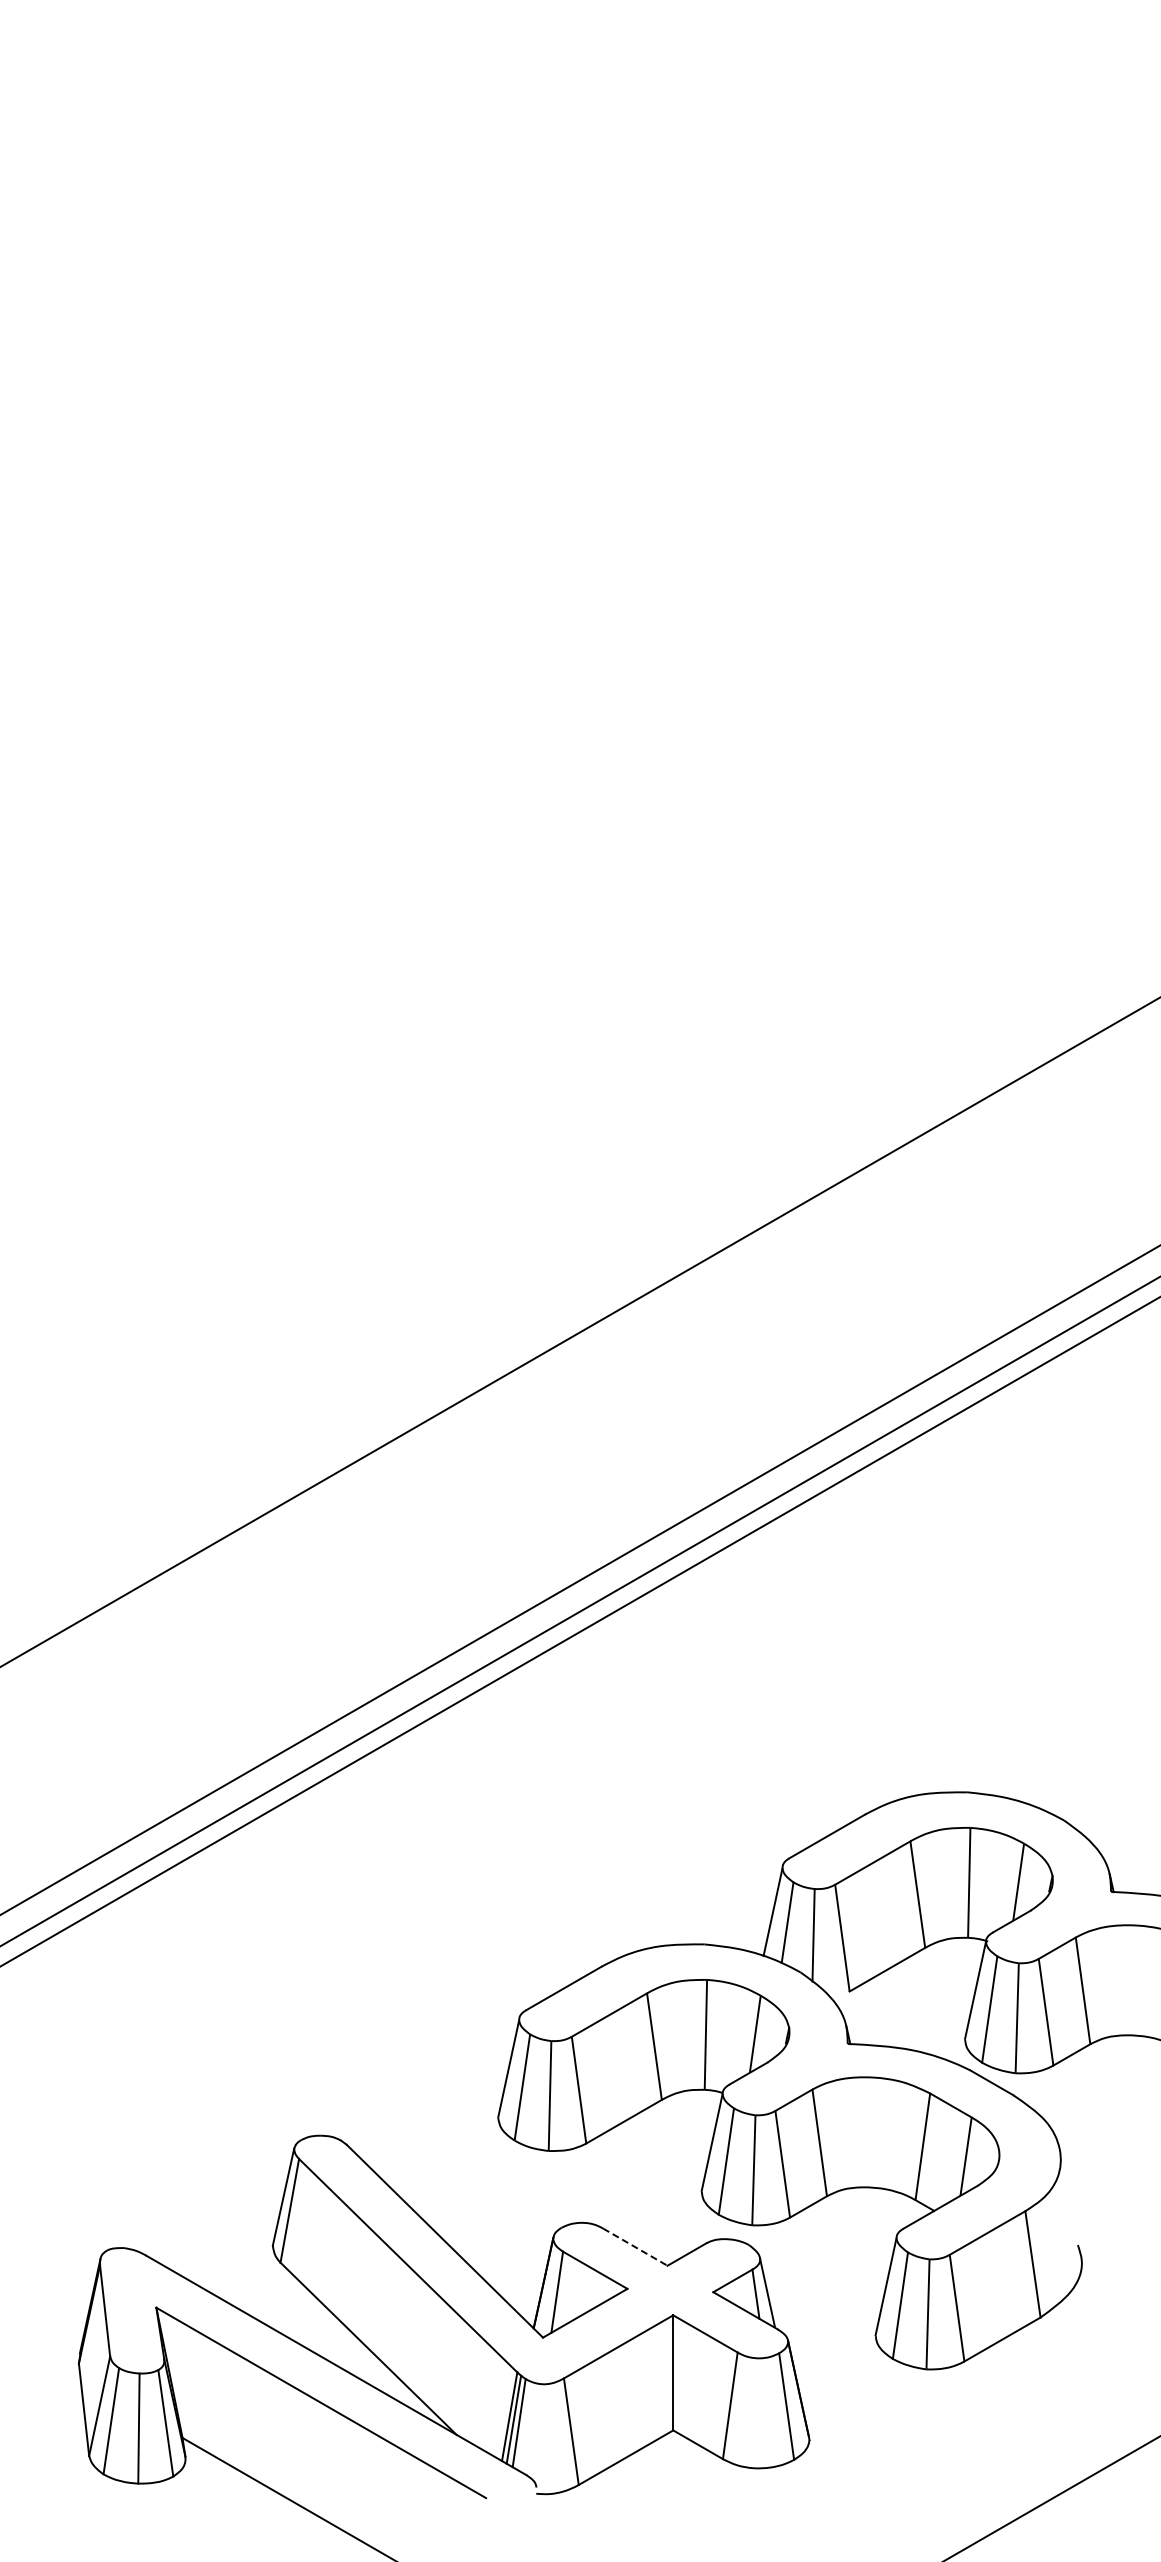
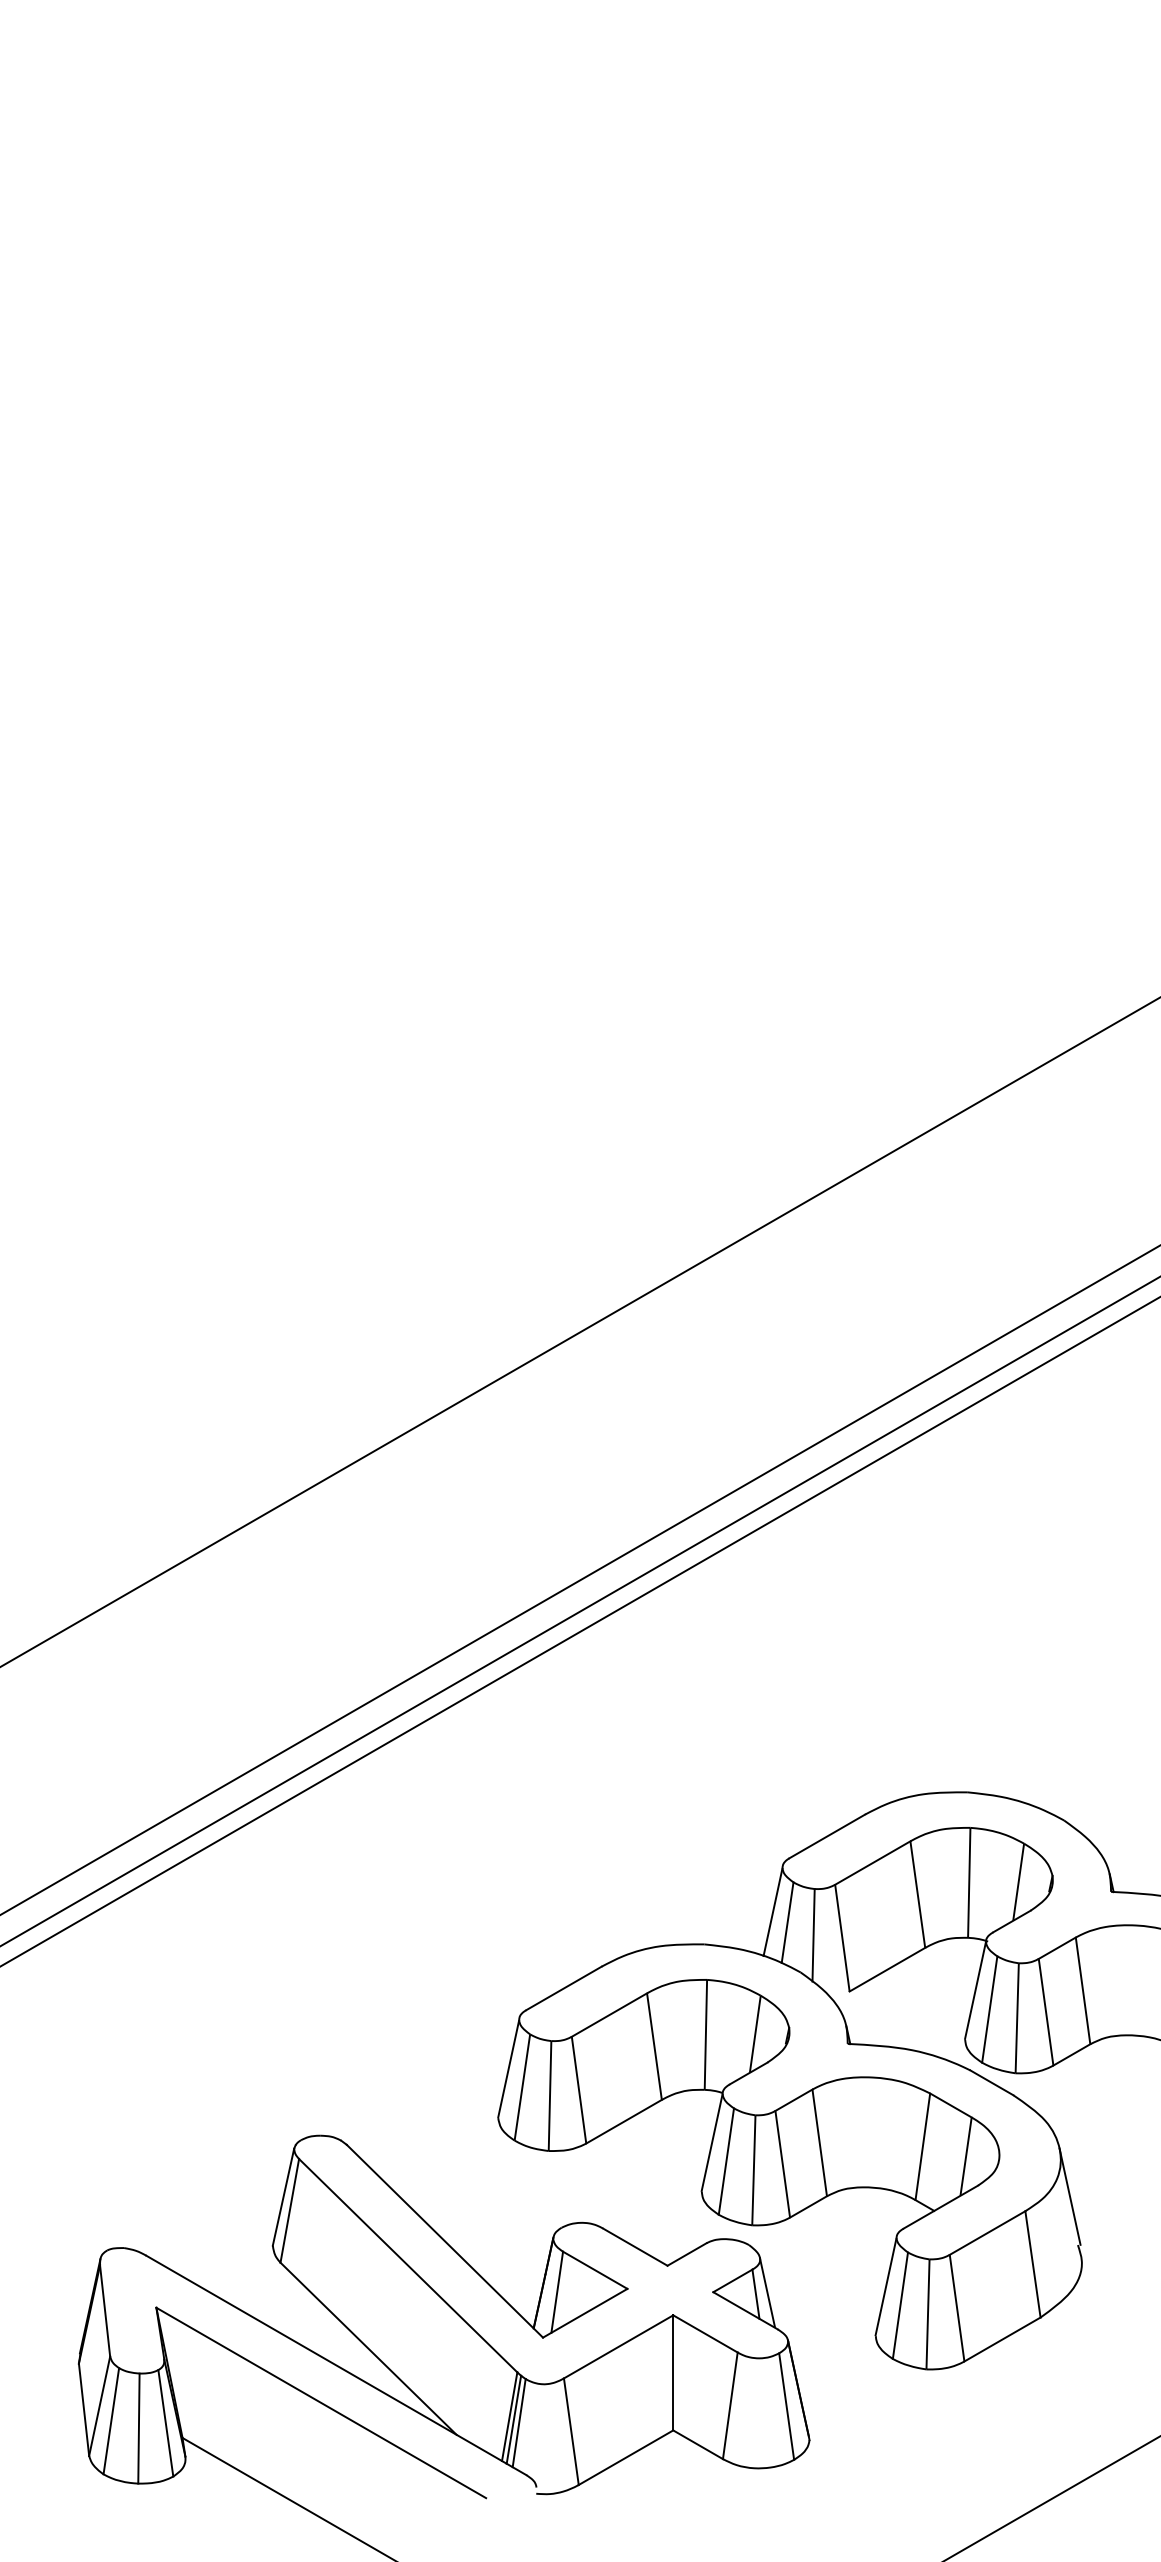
line at (1069, 2196): none -> present
line at (635, 2247): dashed -> solid
